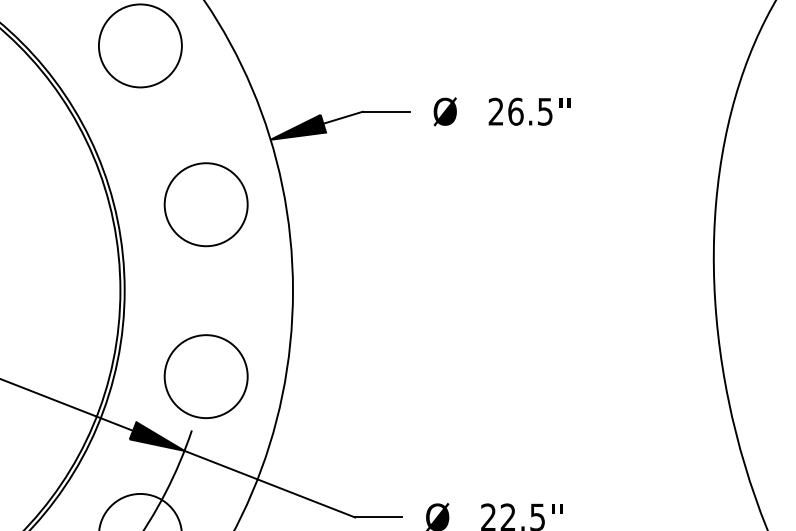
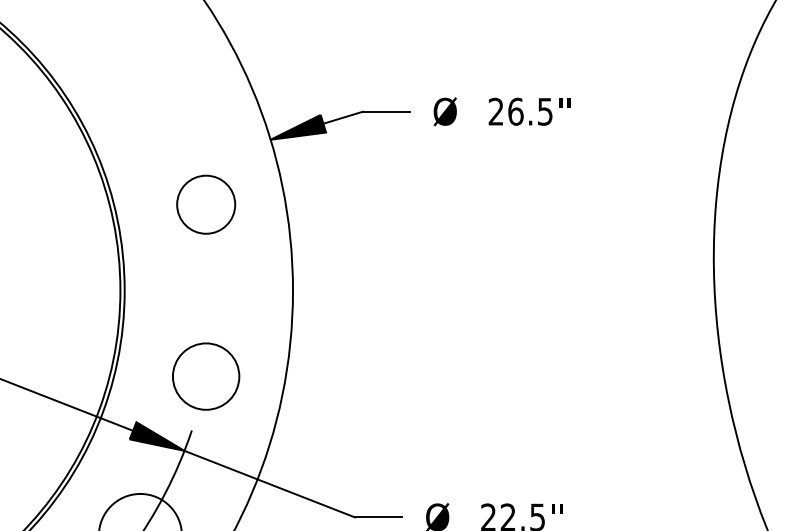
circle at (140, 45): present -> none
circle at (205, 204) diameter: 83 px -> 58 px
circle at (205, 376) size: 86x85 px -> 69x69 px
